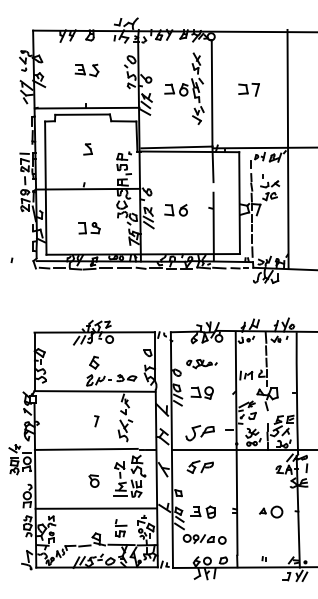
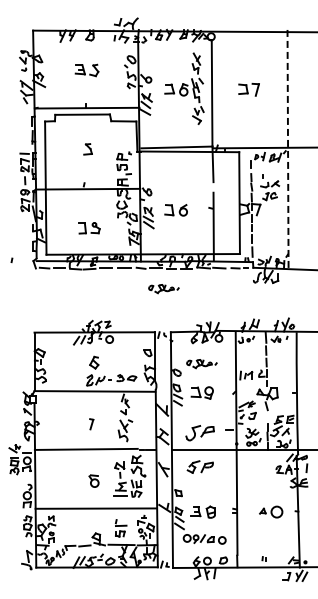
line at (288, 149): solid -> dashed
part at (163, 289): none -> present
part at (96, 421) position: (96, 421) -> (91, 424)
